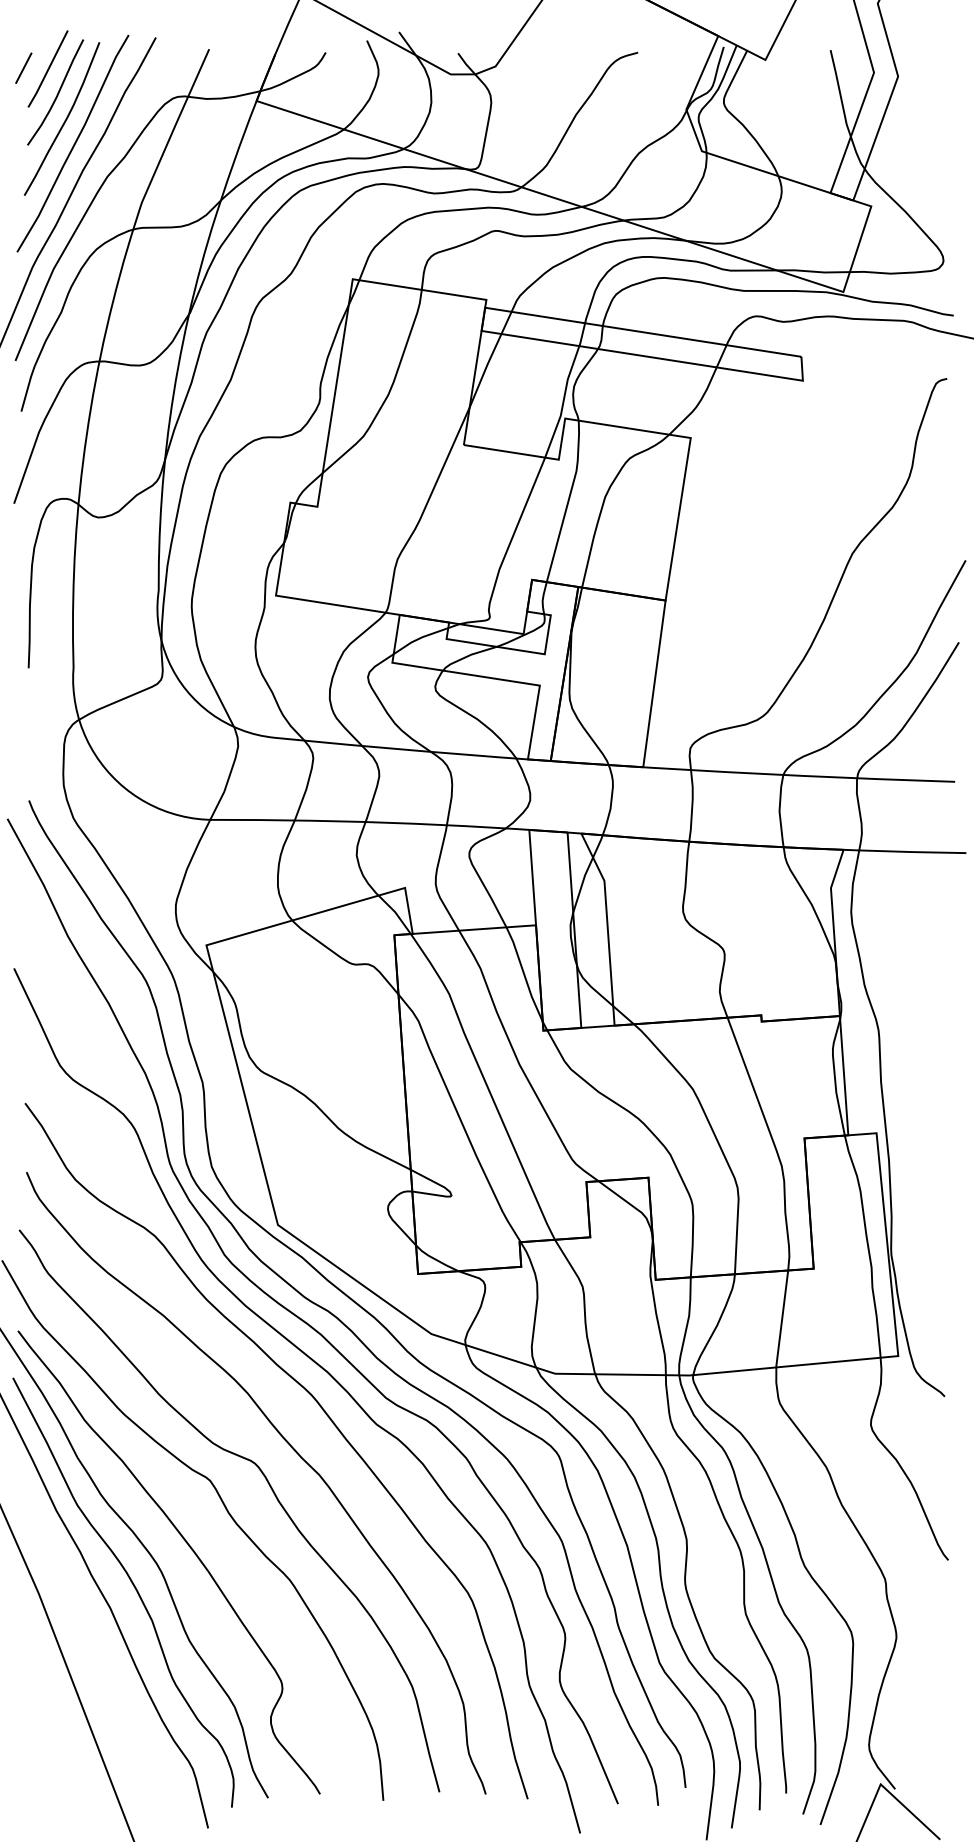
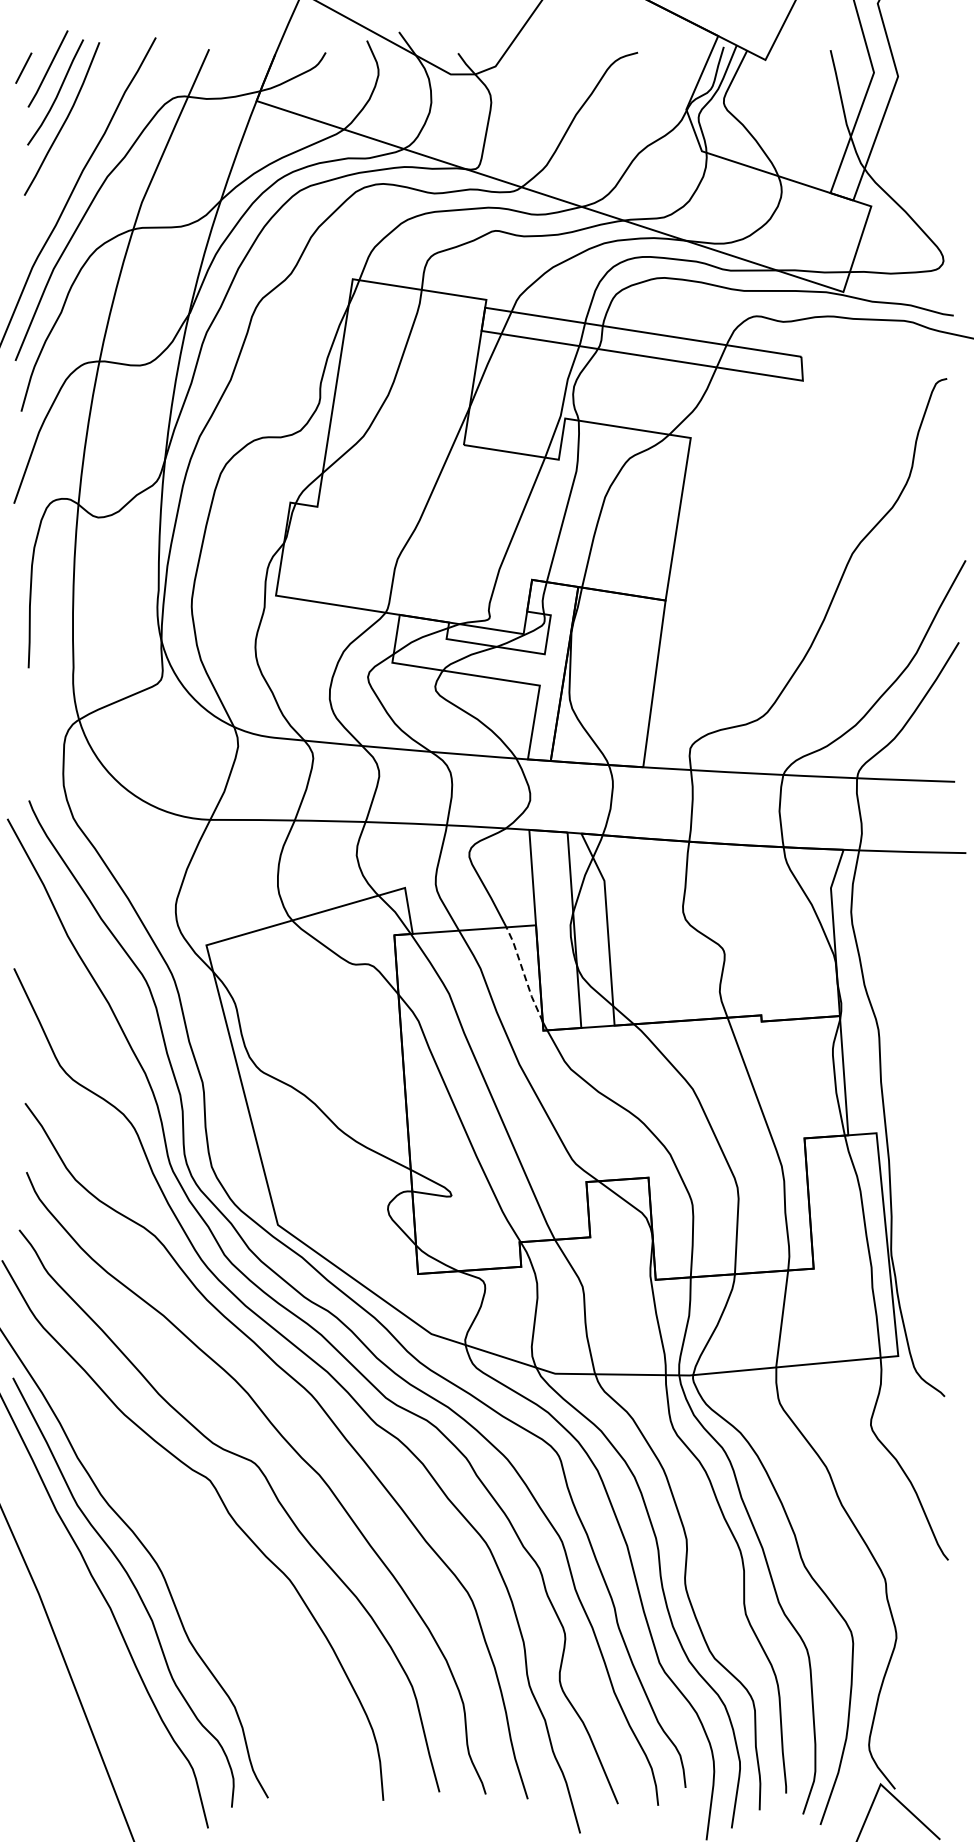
curve at (73, 144): present -> none
line at (524, 974): solid -> dashed
curve at (188, 1546): present -> none
